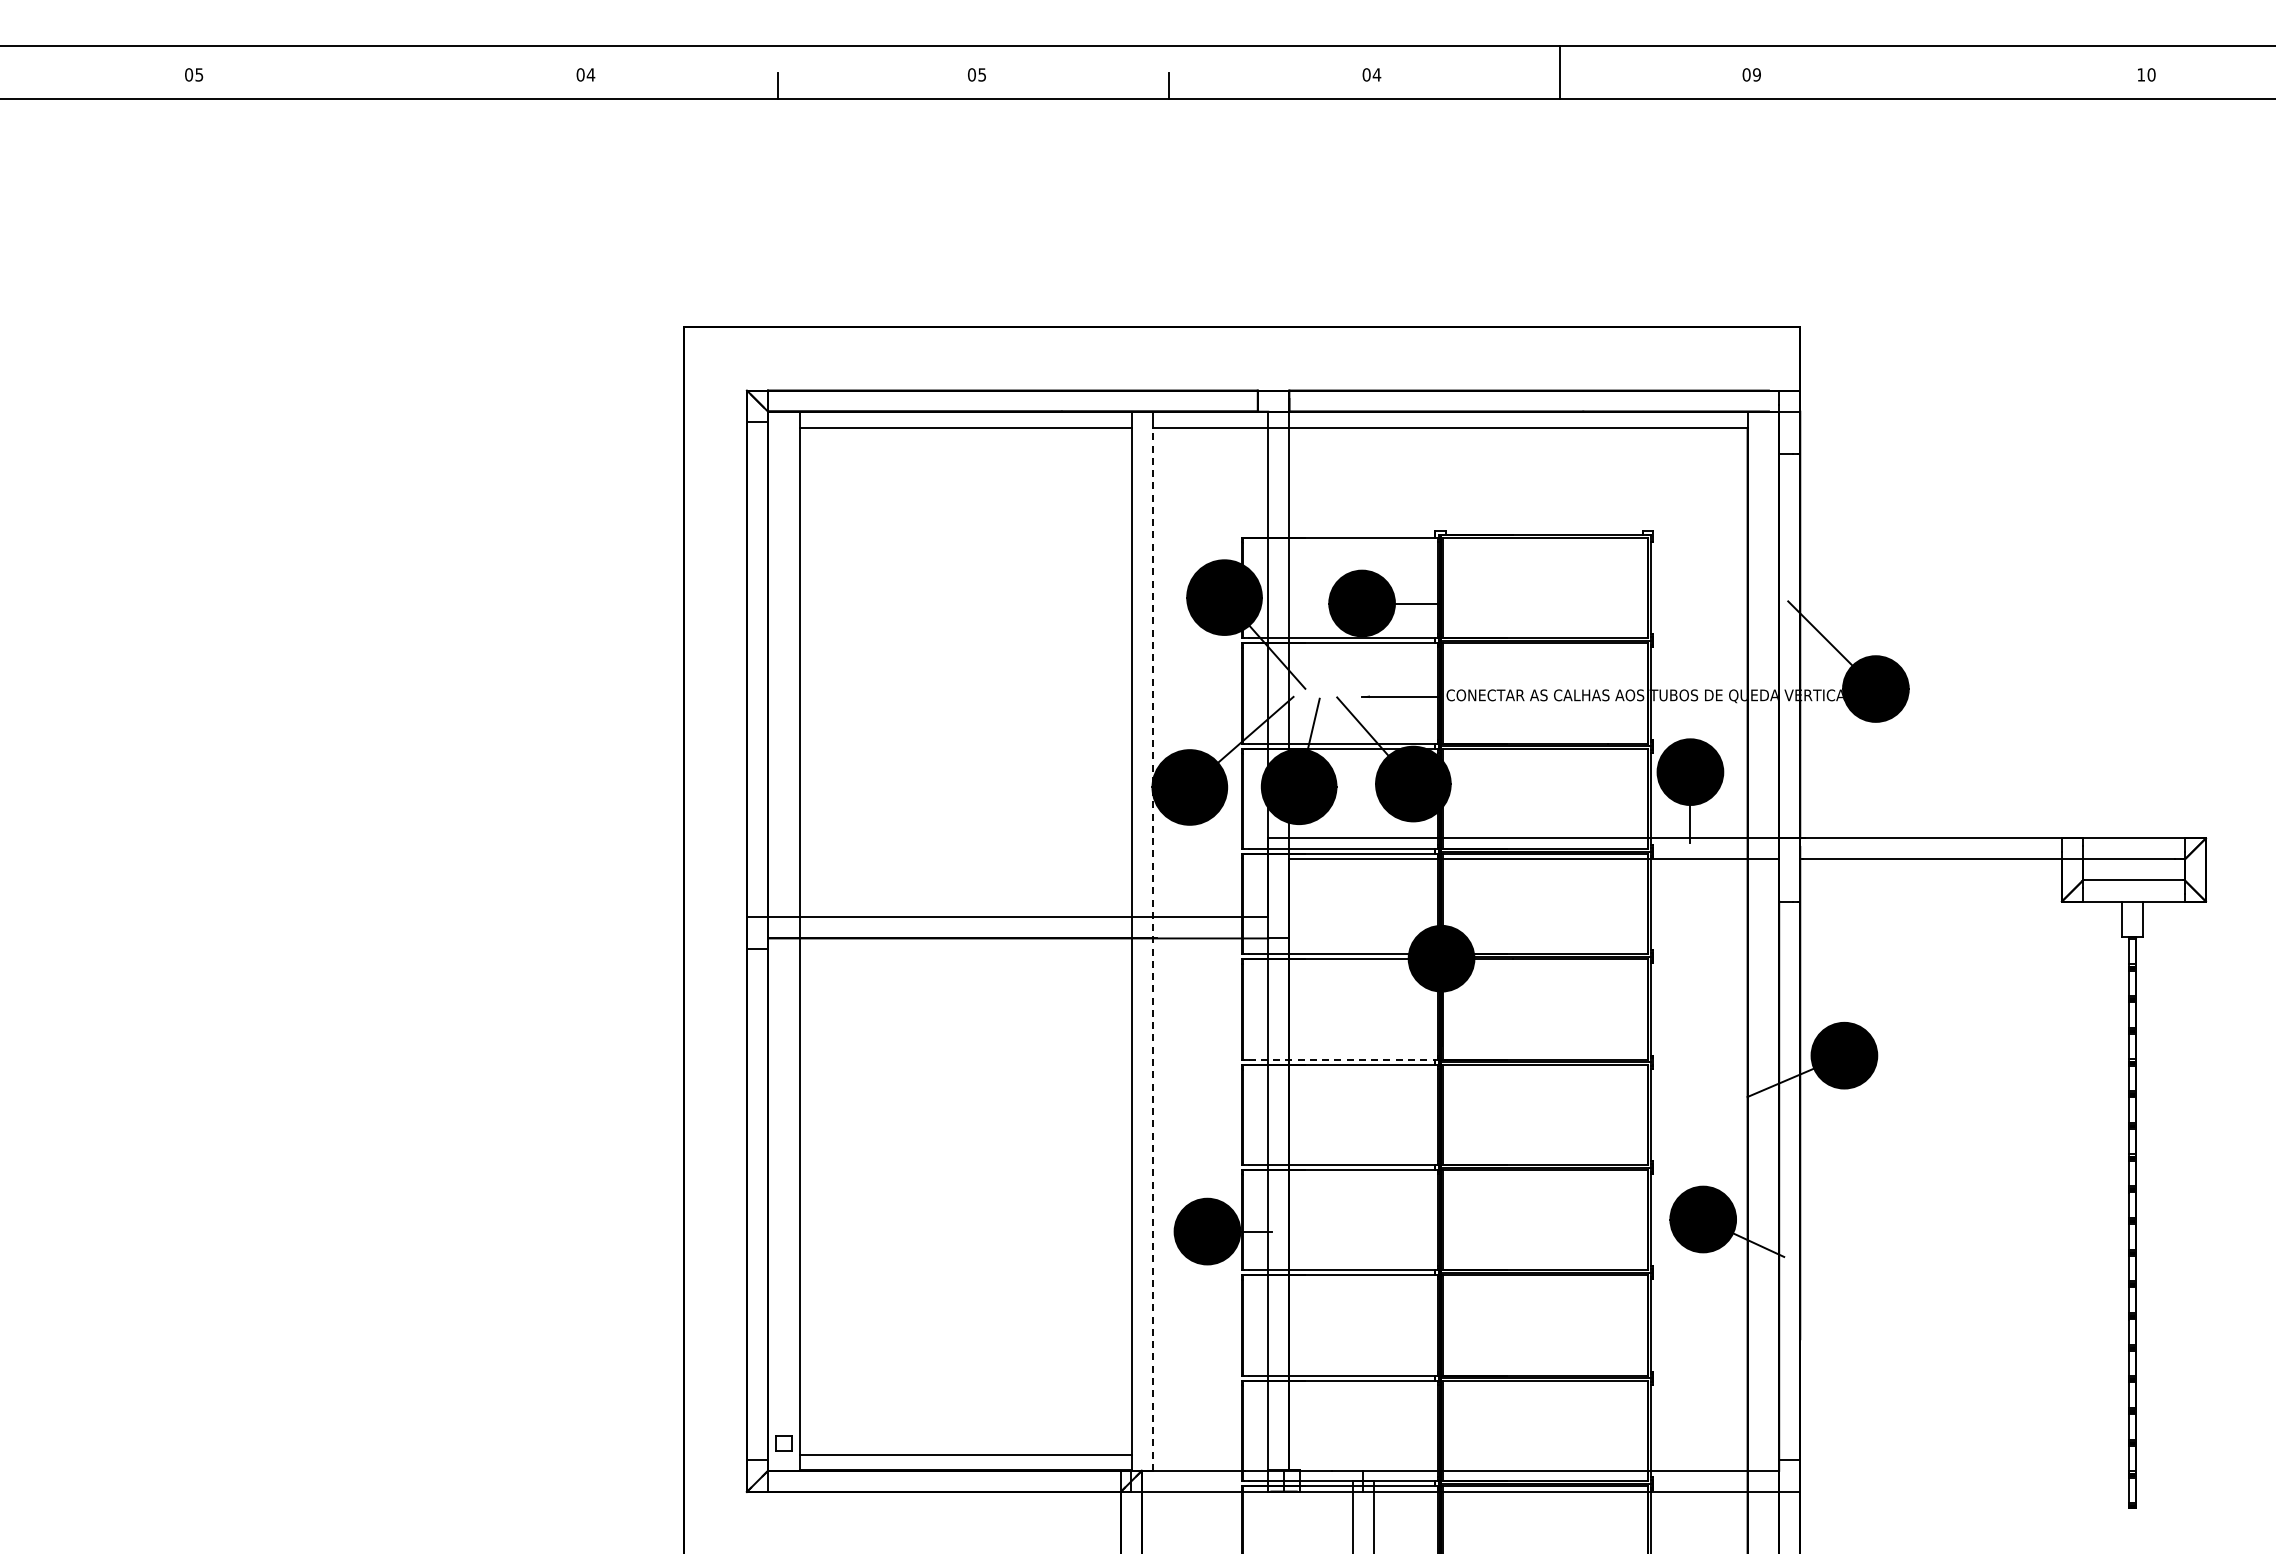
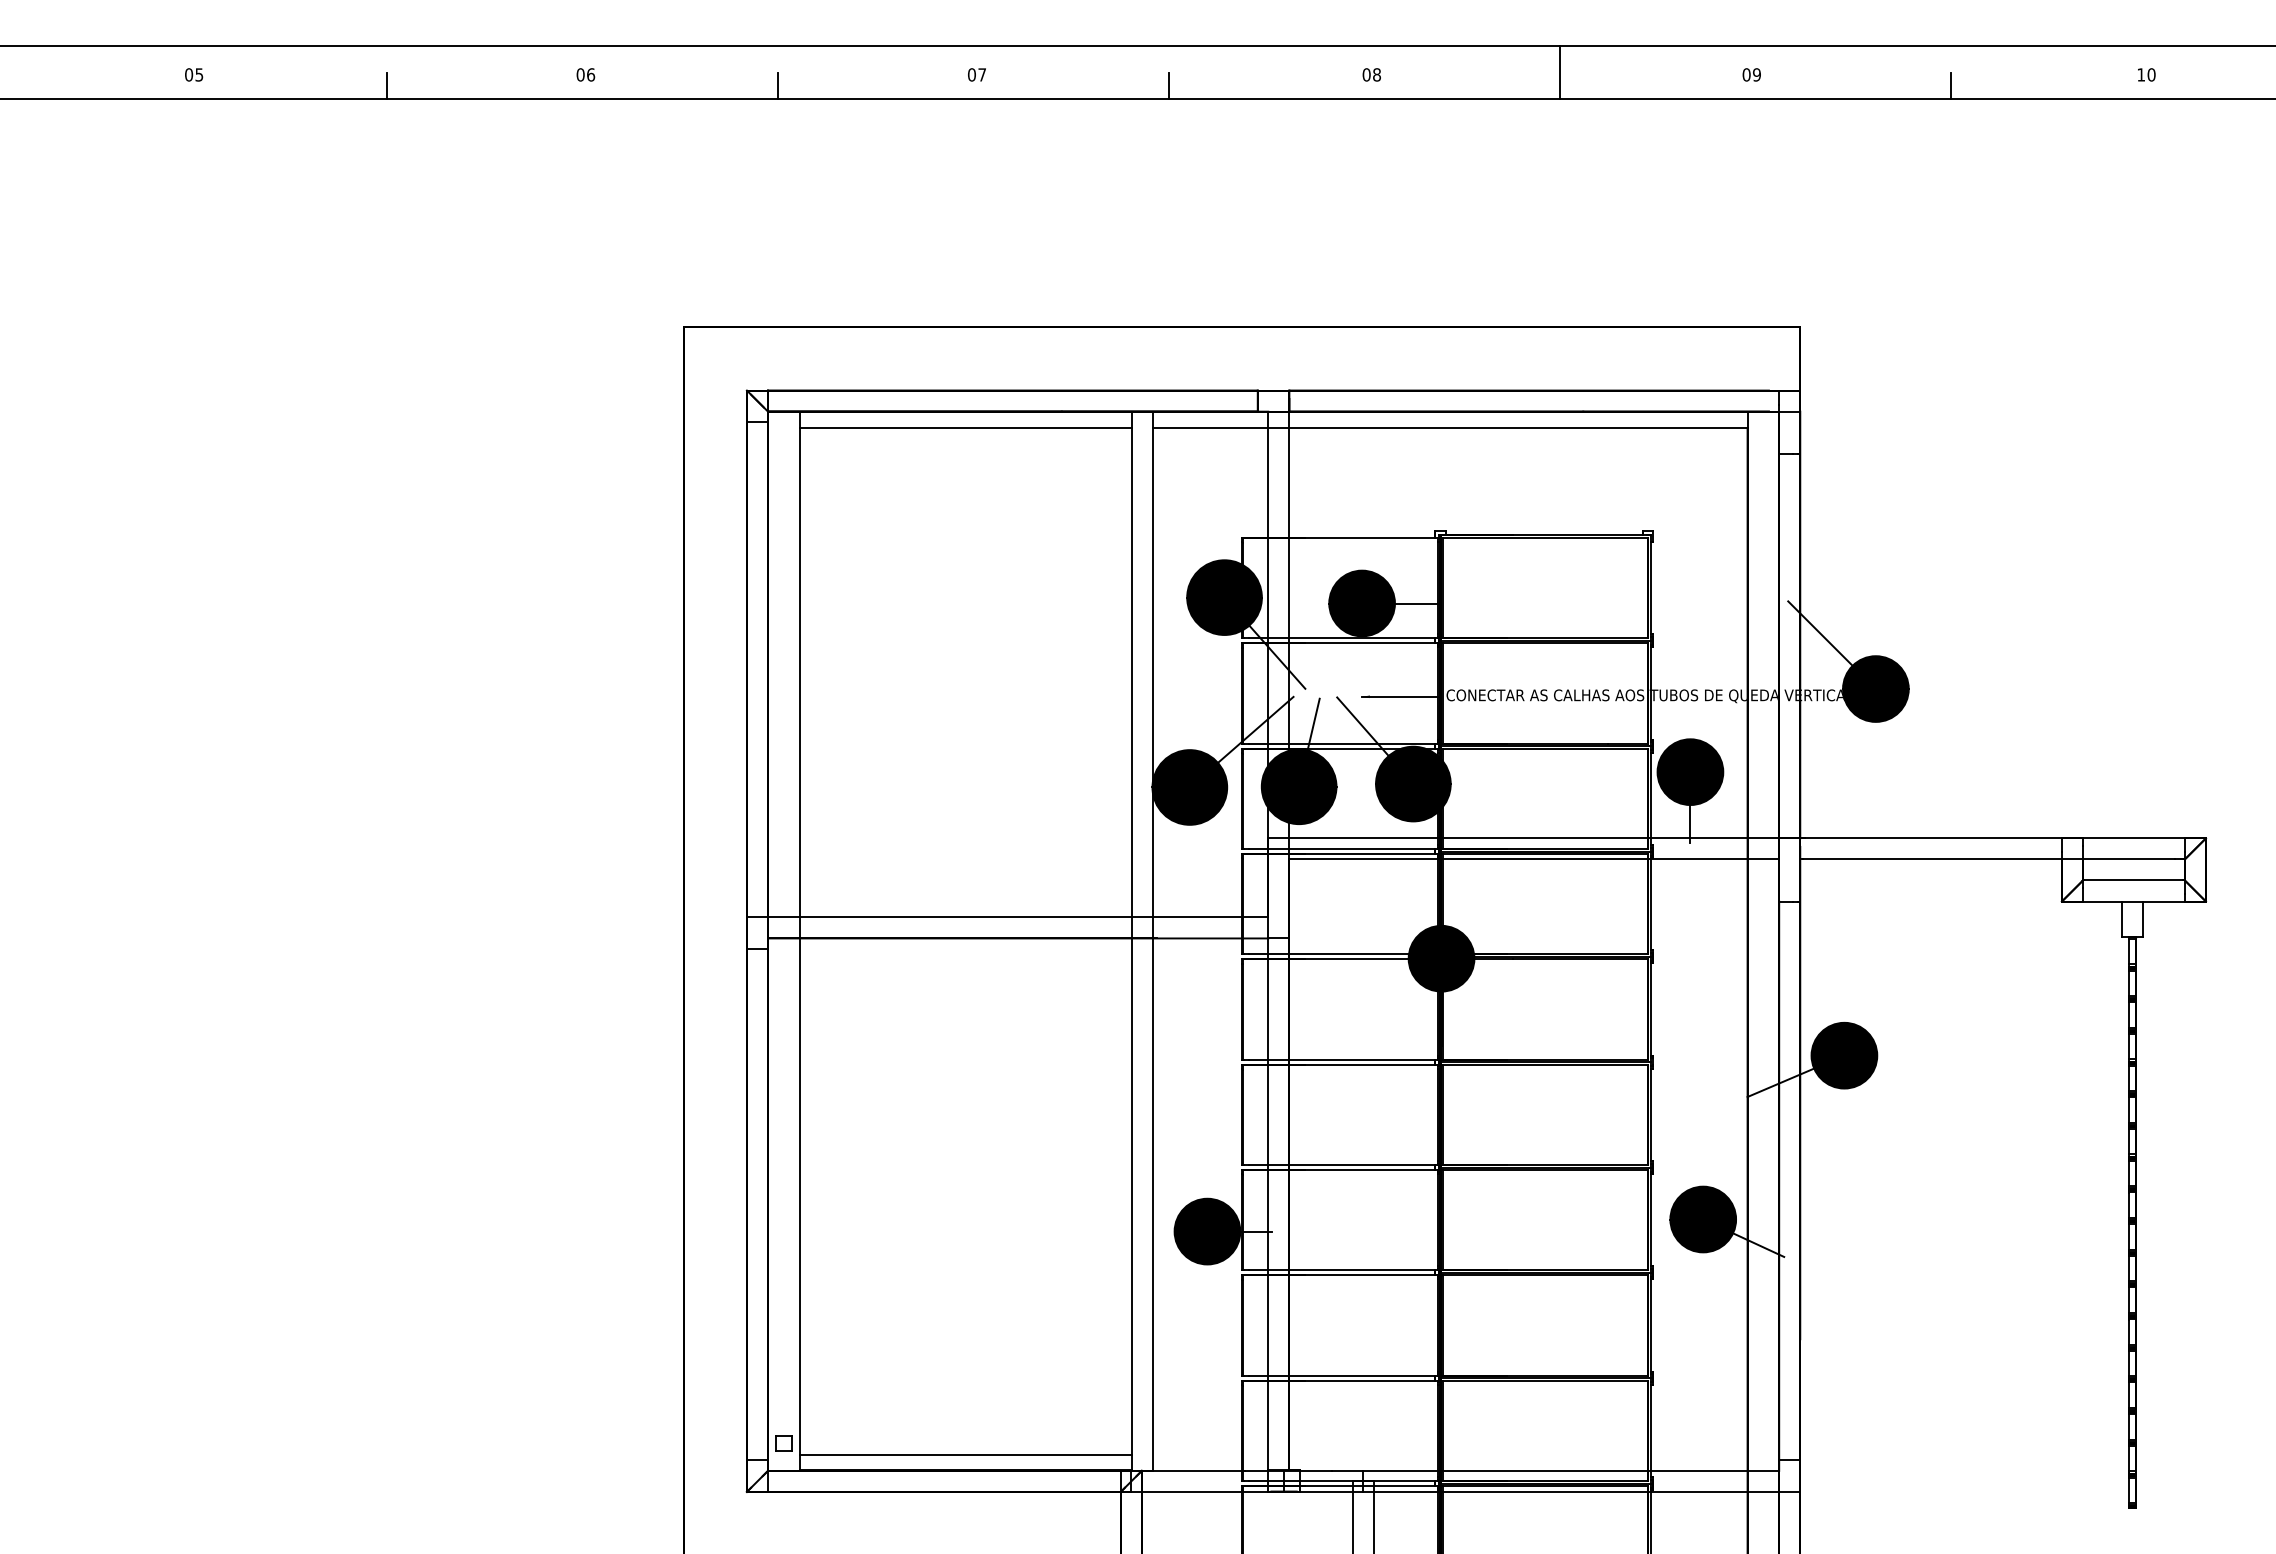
text at (590, 74): 04 -> 06
text at (981, 74): 05 -> 07
text at (1376, 74): 04 -> 08
line at (386, 85): none -> present
line at (1951, 85): none -> present
line at (1152, 948): dashed -> solid
line at (1343, 1059): dashed -> solid
